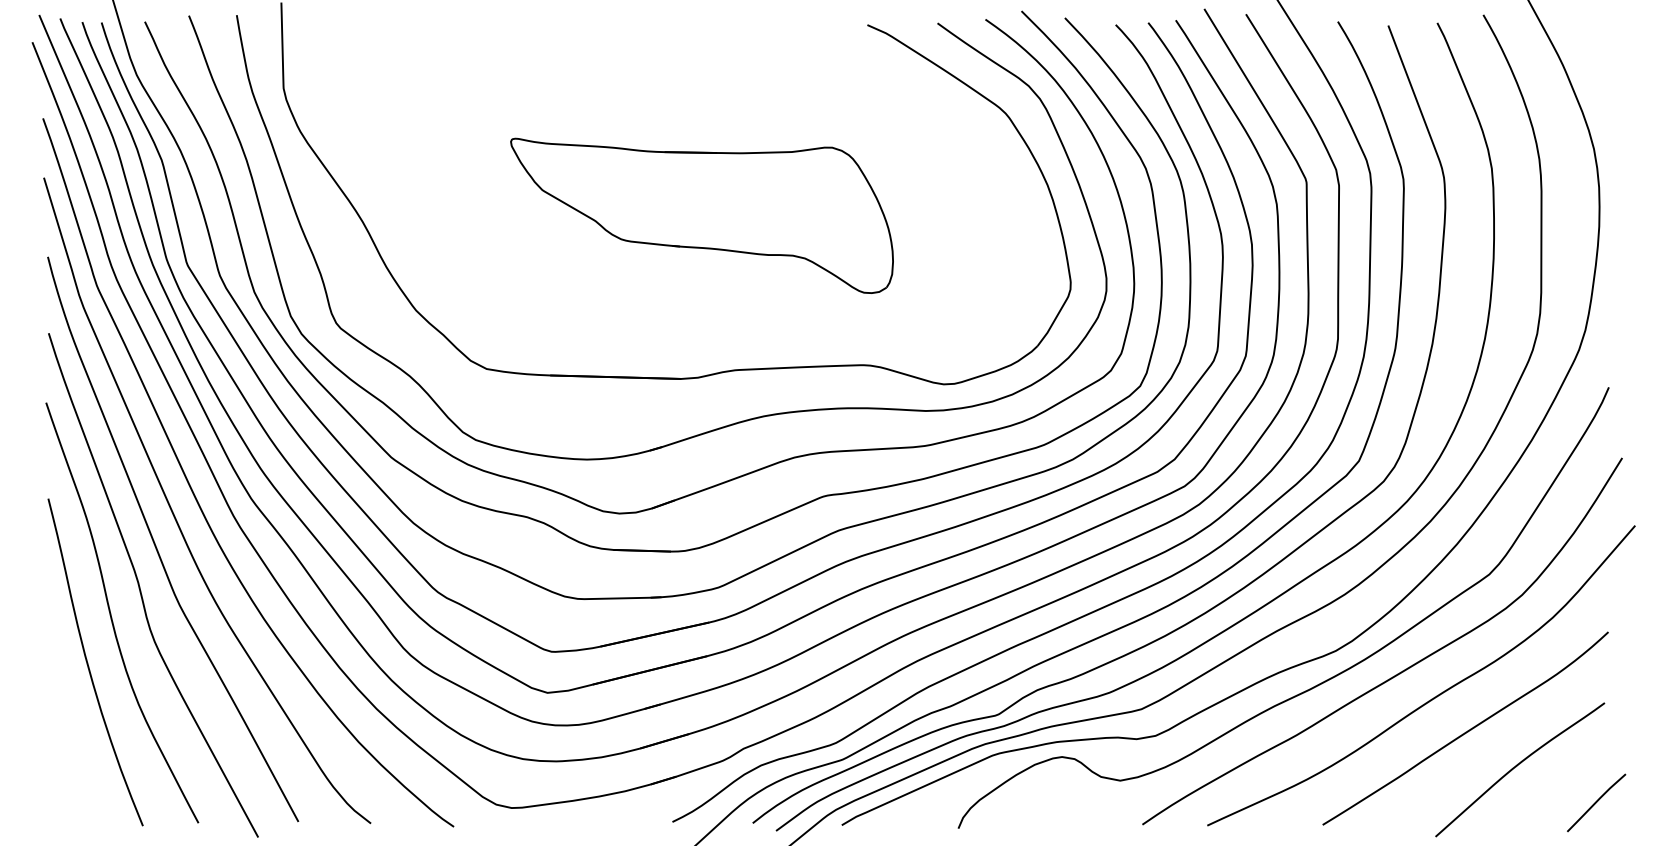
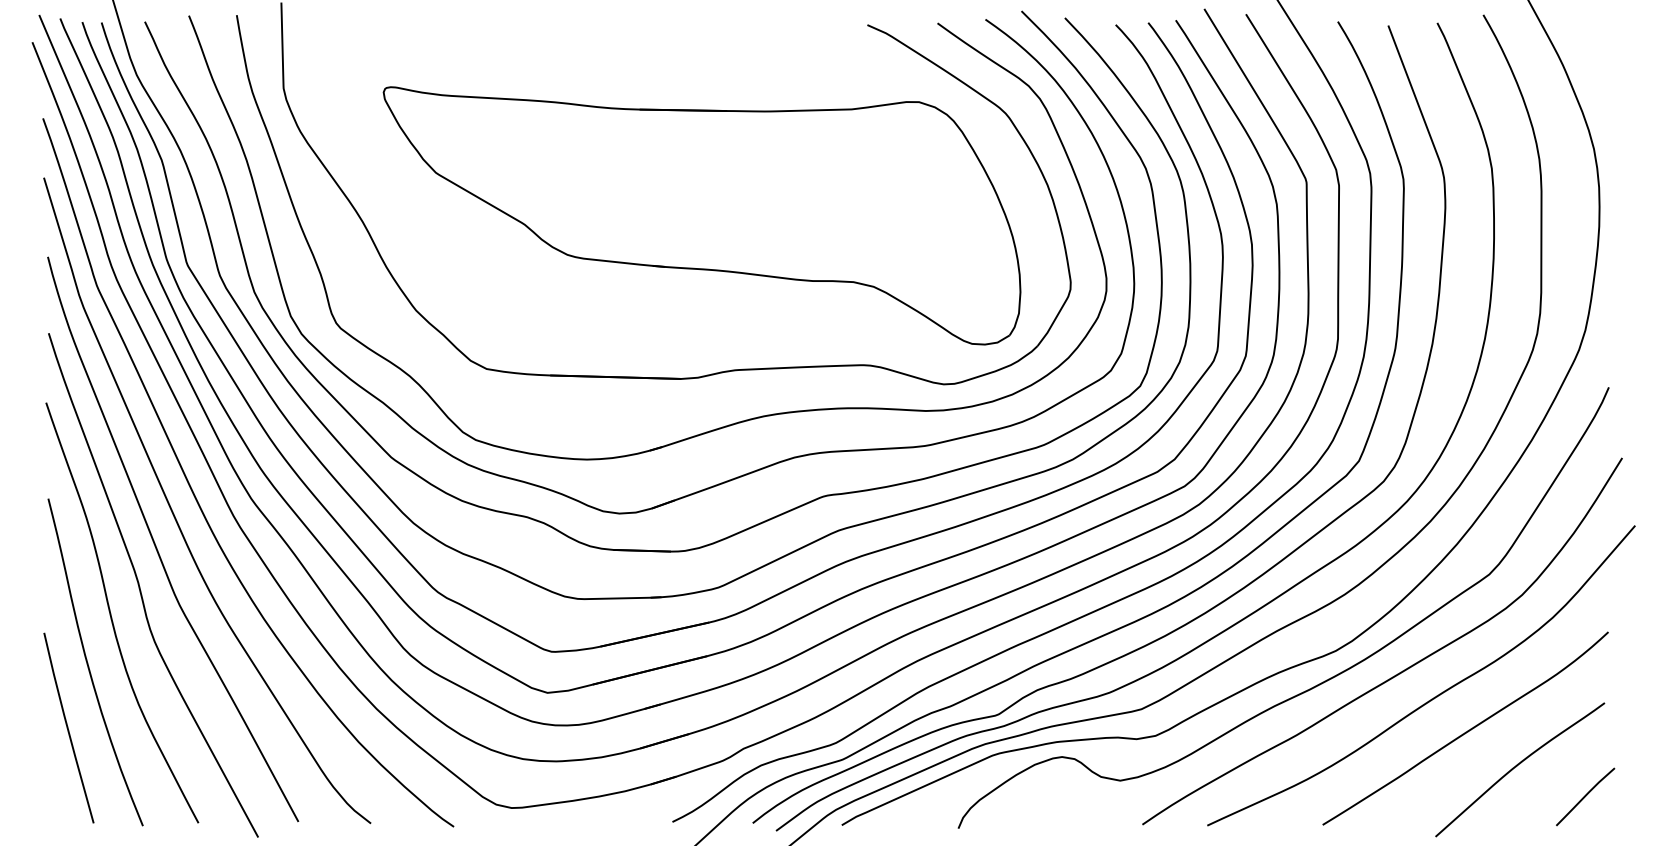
part at (701, 215) size: 384x157 px -> 640x260 px
line at (68, 727): none -> present
line at (1596, 802) position: (1596, 802) -> (1585, 796)
